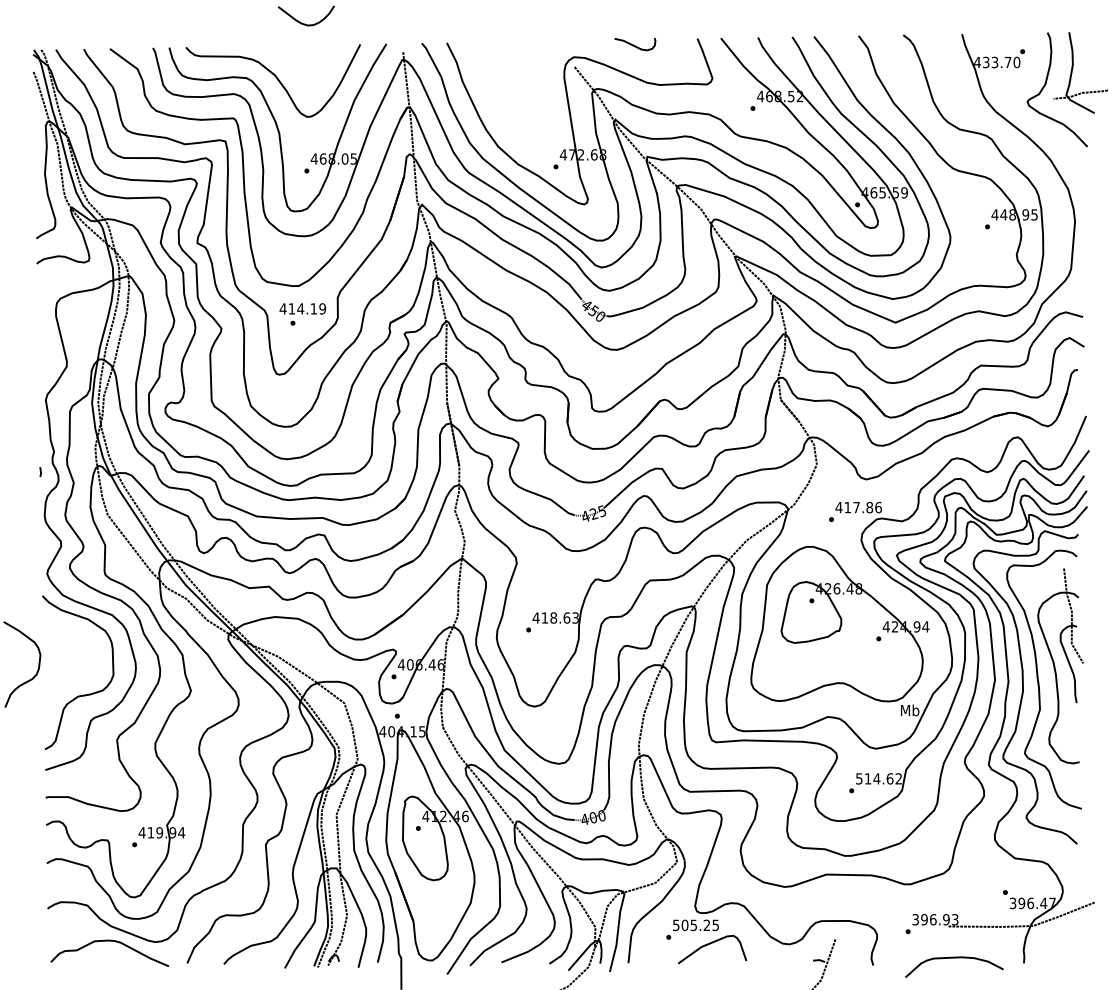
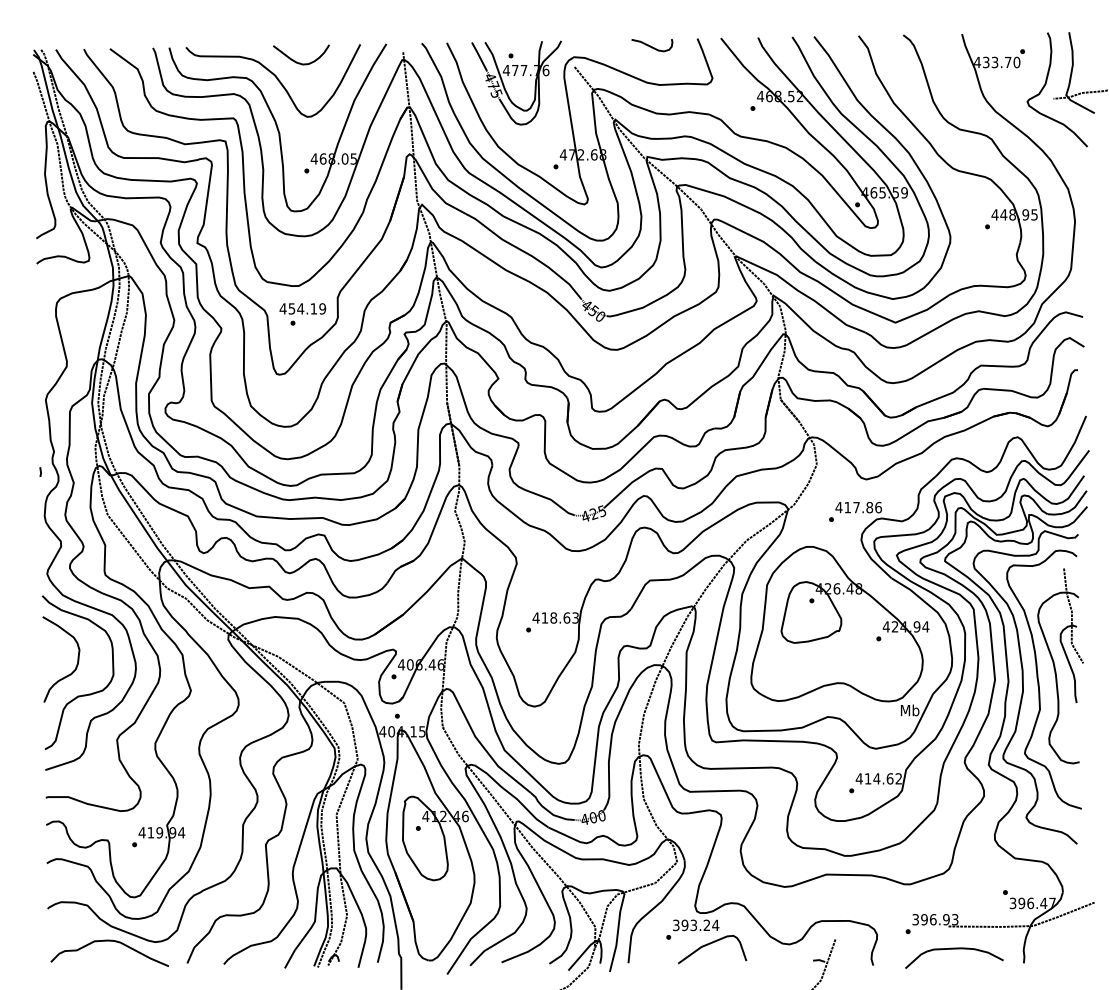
curve at (302, 22) position: (302, 22) -> (297, 61)
curve at (635, 45) position: (635, 45) -> (652, 46)
part at (514, 75): none -> present
text at (291, 308): 414.19 -> 454.19
curve at (36, 671) position: (36, 671) -> (75, 666)
text at (858, 778): 514.62 -> 414.62
text at (696, 925): 505.25 -> 393.24
curve at (954, 958) position: (954, 958) -> (954, 949)
